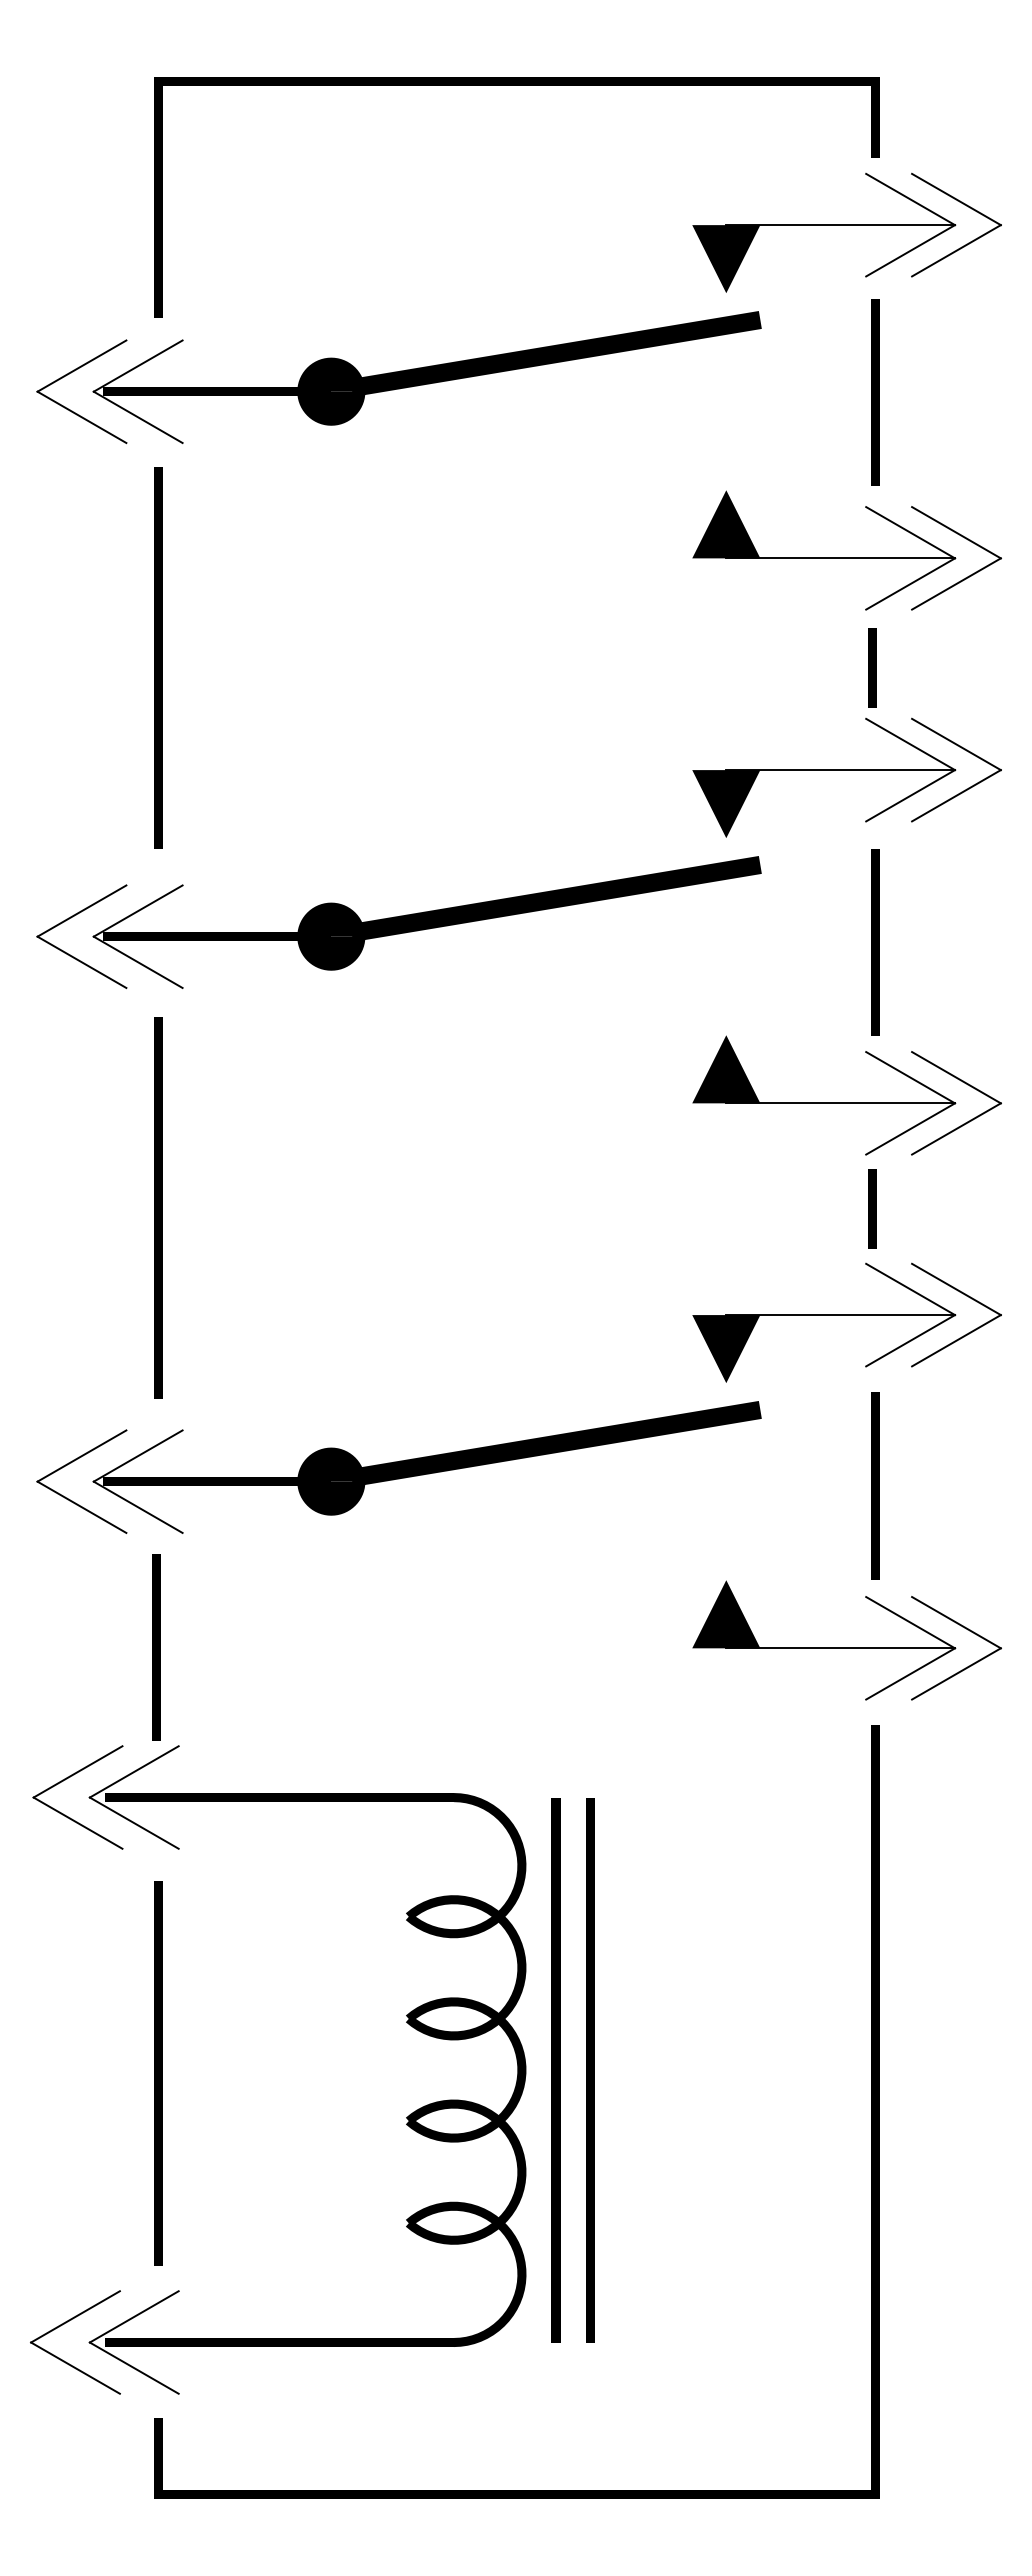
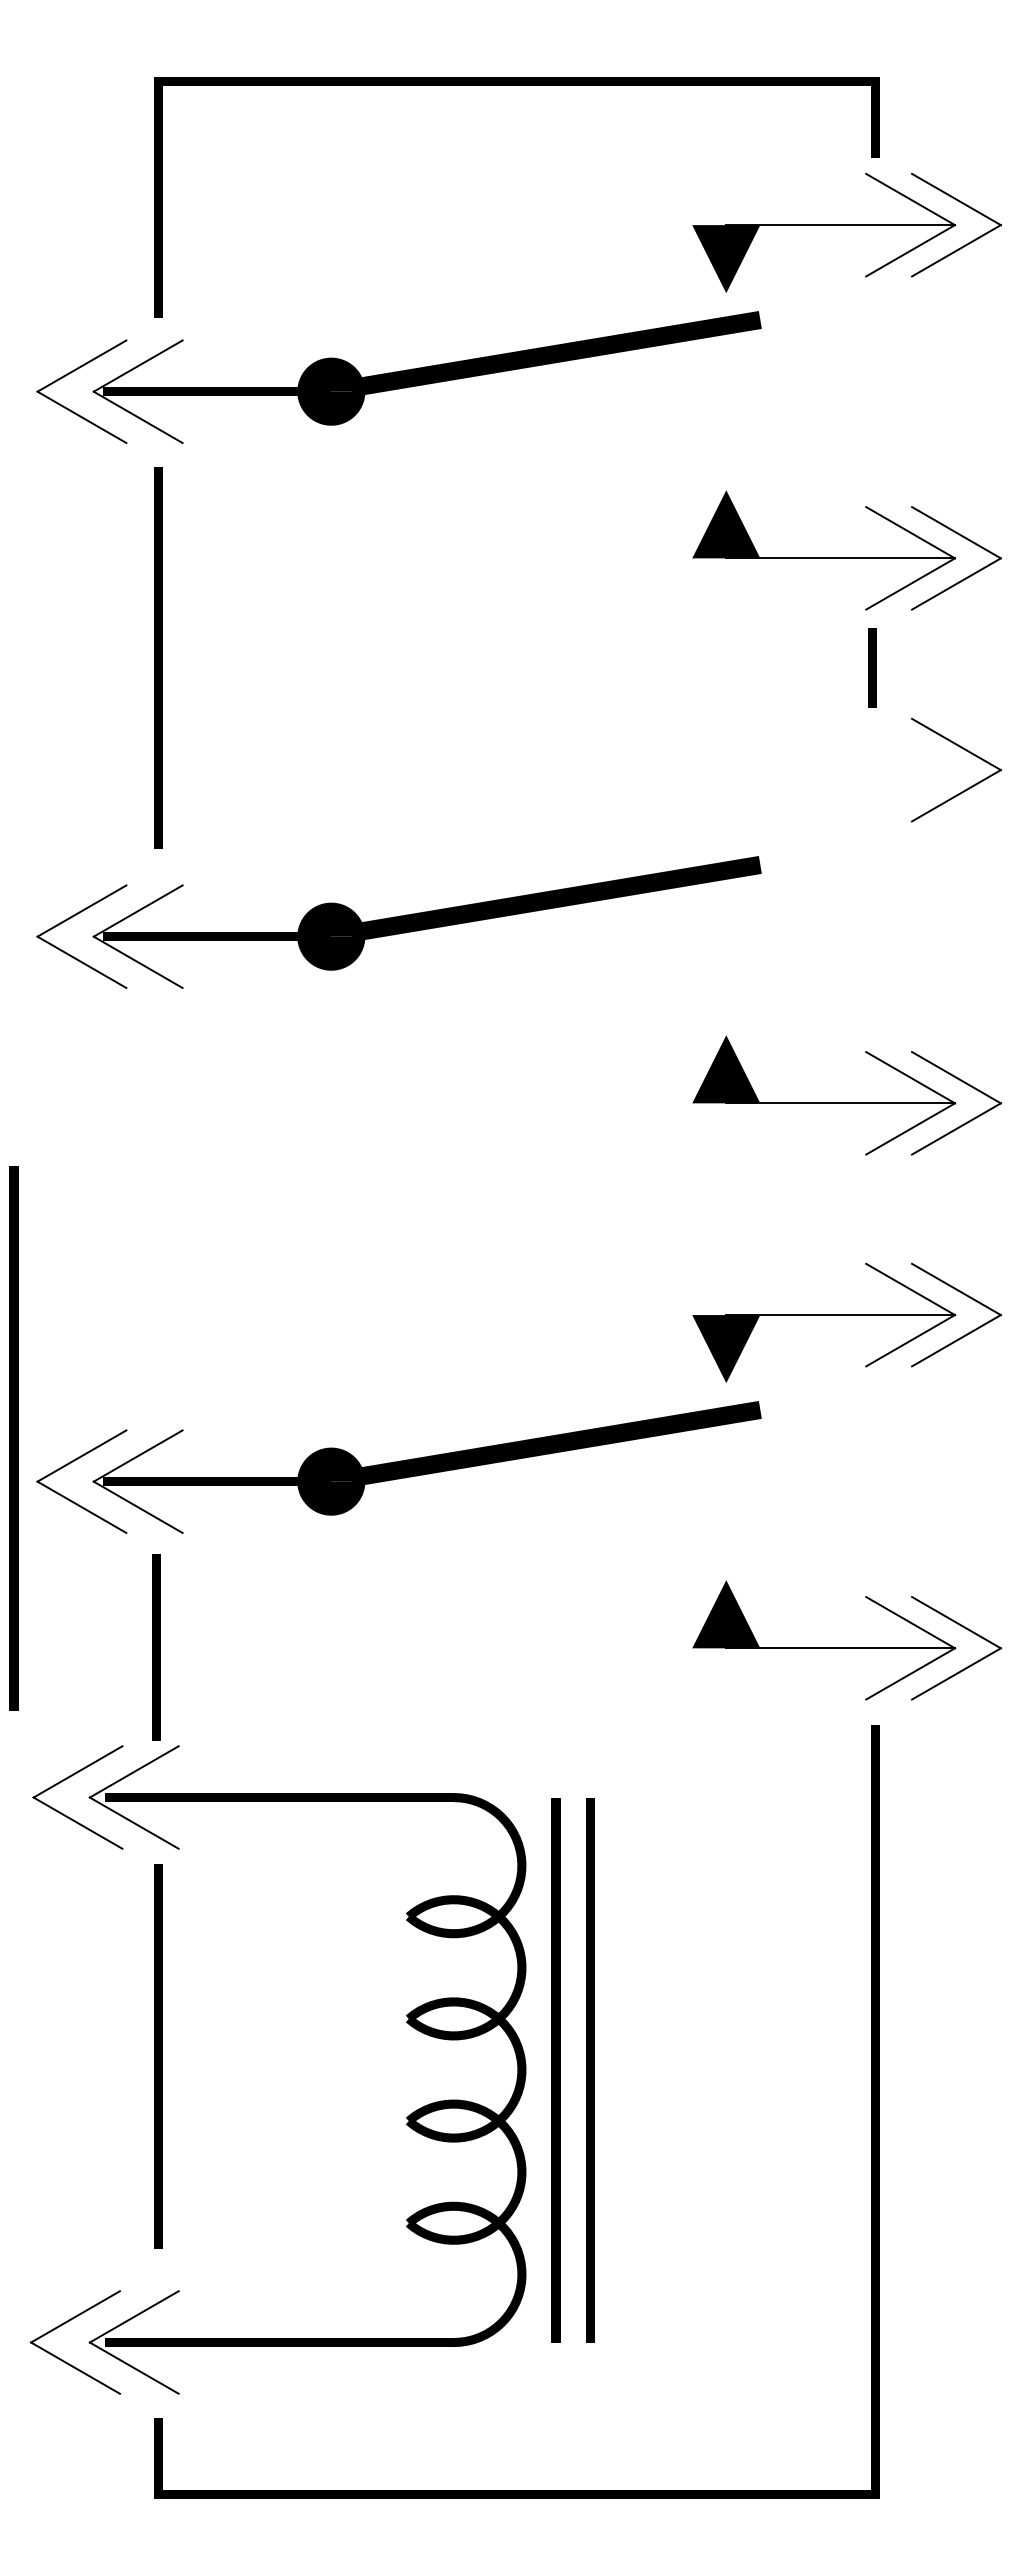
line at (875, 392): present -> none
part at (824, 770): present -> none
line at (875, 942): present -> none
line at (158, 1207): present -> none
line at (872, 1208): present -> none
line at (13, 1438): none -> present
line at (875, 1485): present -> none
line at (158, 2073) position: (158, 2073) -> (158, 2056)
